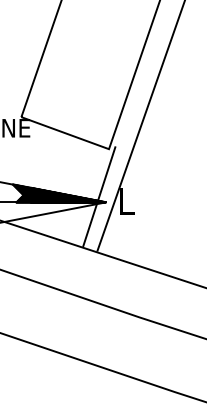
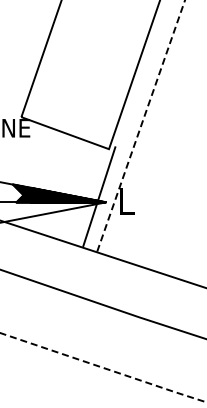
line at (141, 126): solid -> dashed
line at (104, 368): solid -> dashed
